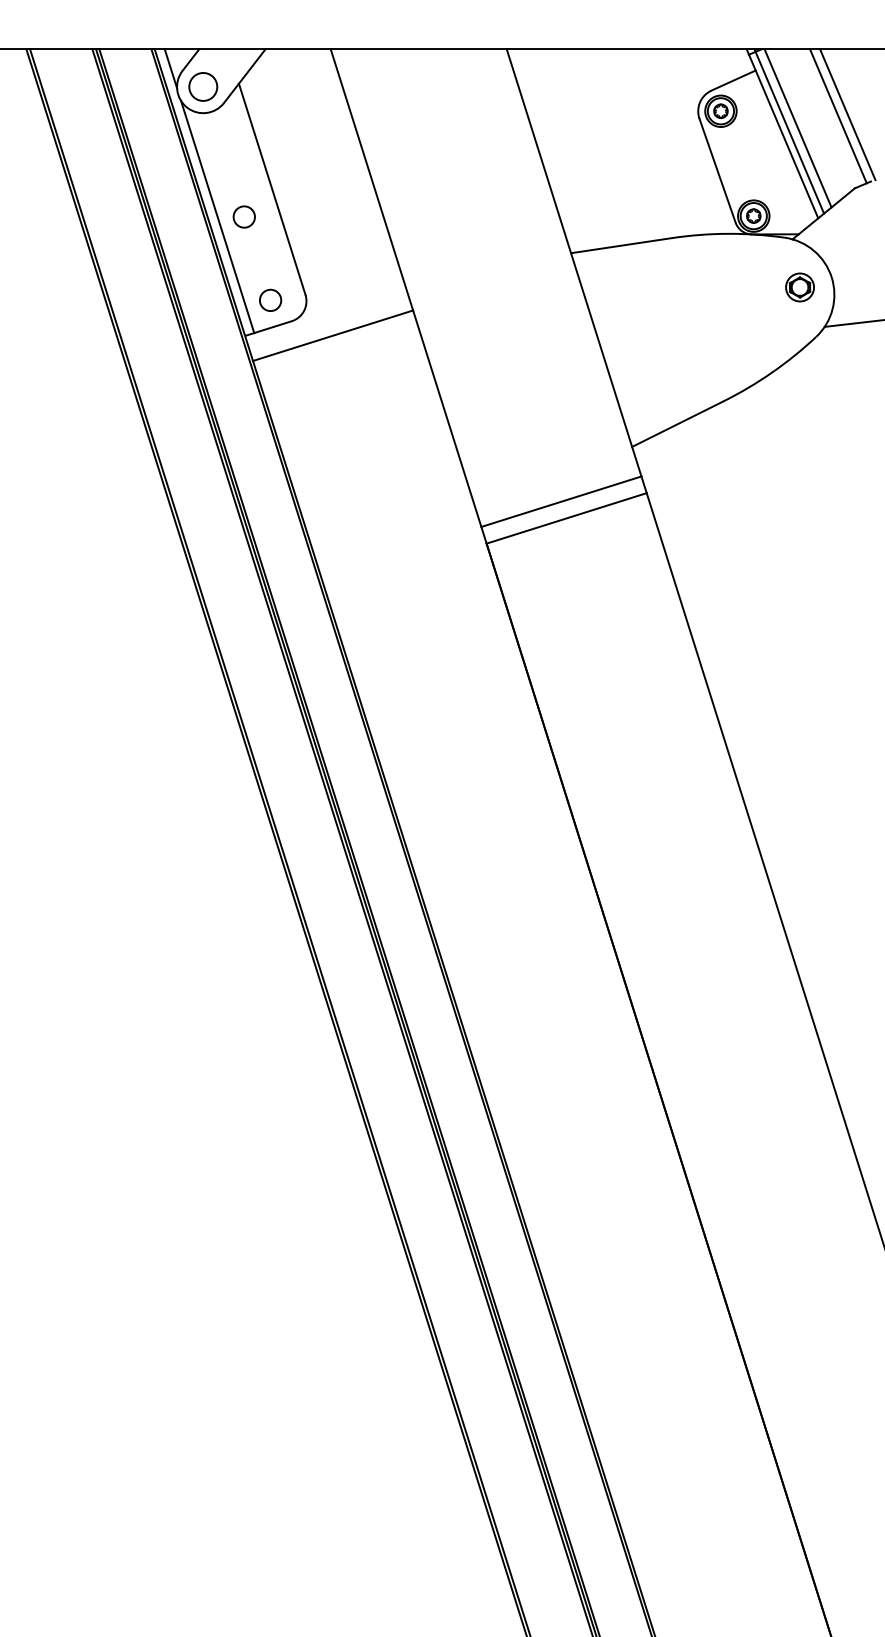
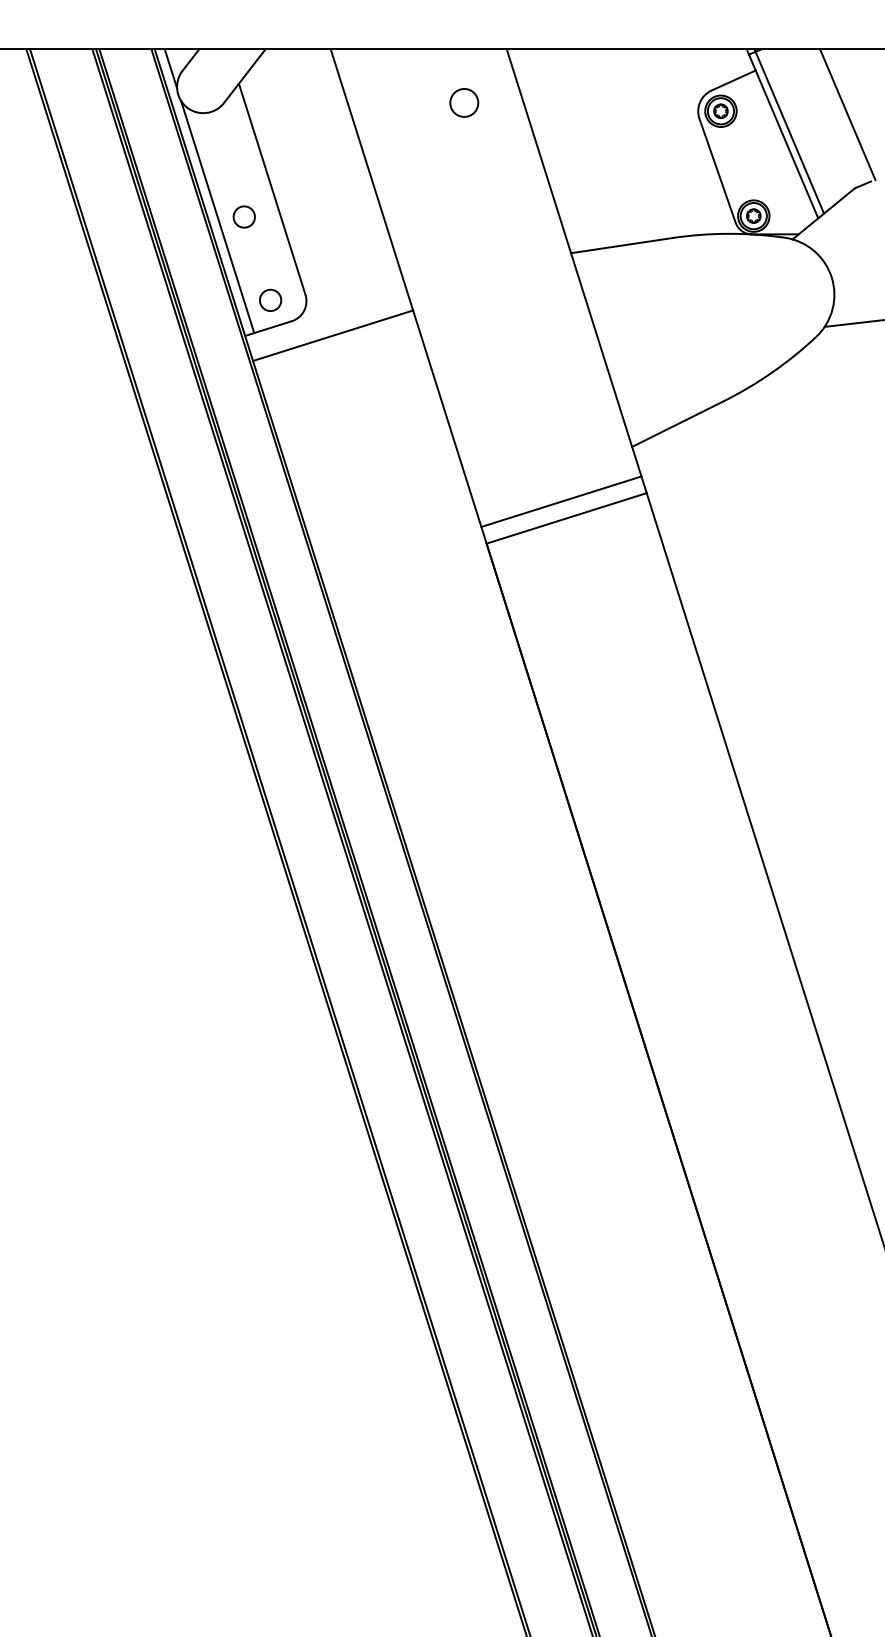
circle at (203, 86) position: (203, 86) -> (464, 102)
line at (837, 116): present -> none
line at (797, 128): present -> none
part at (799, 287): present -> none
